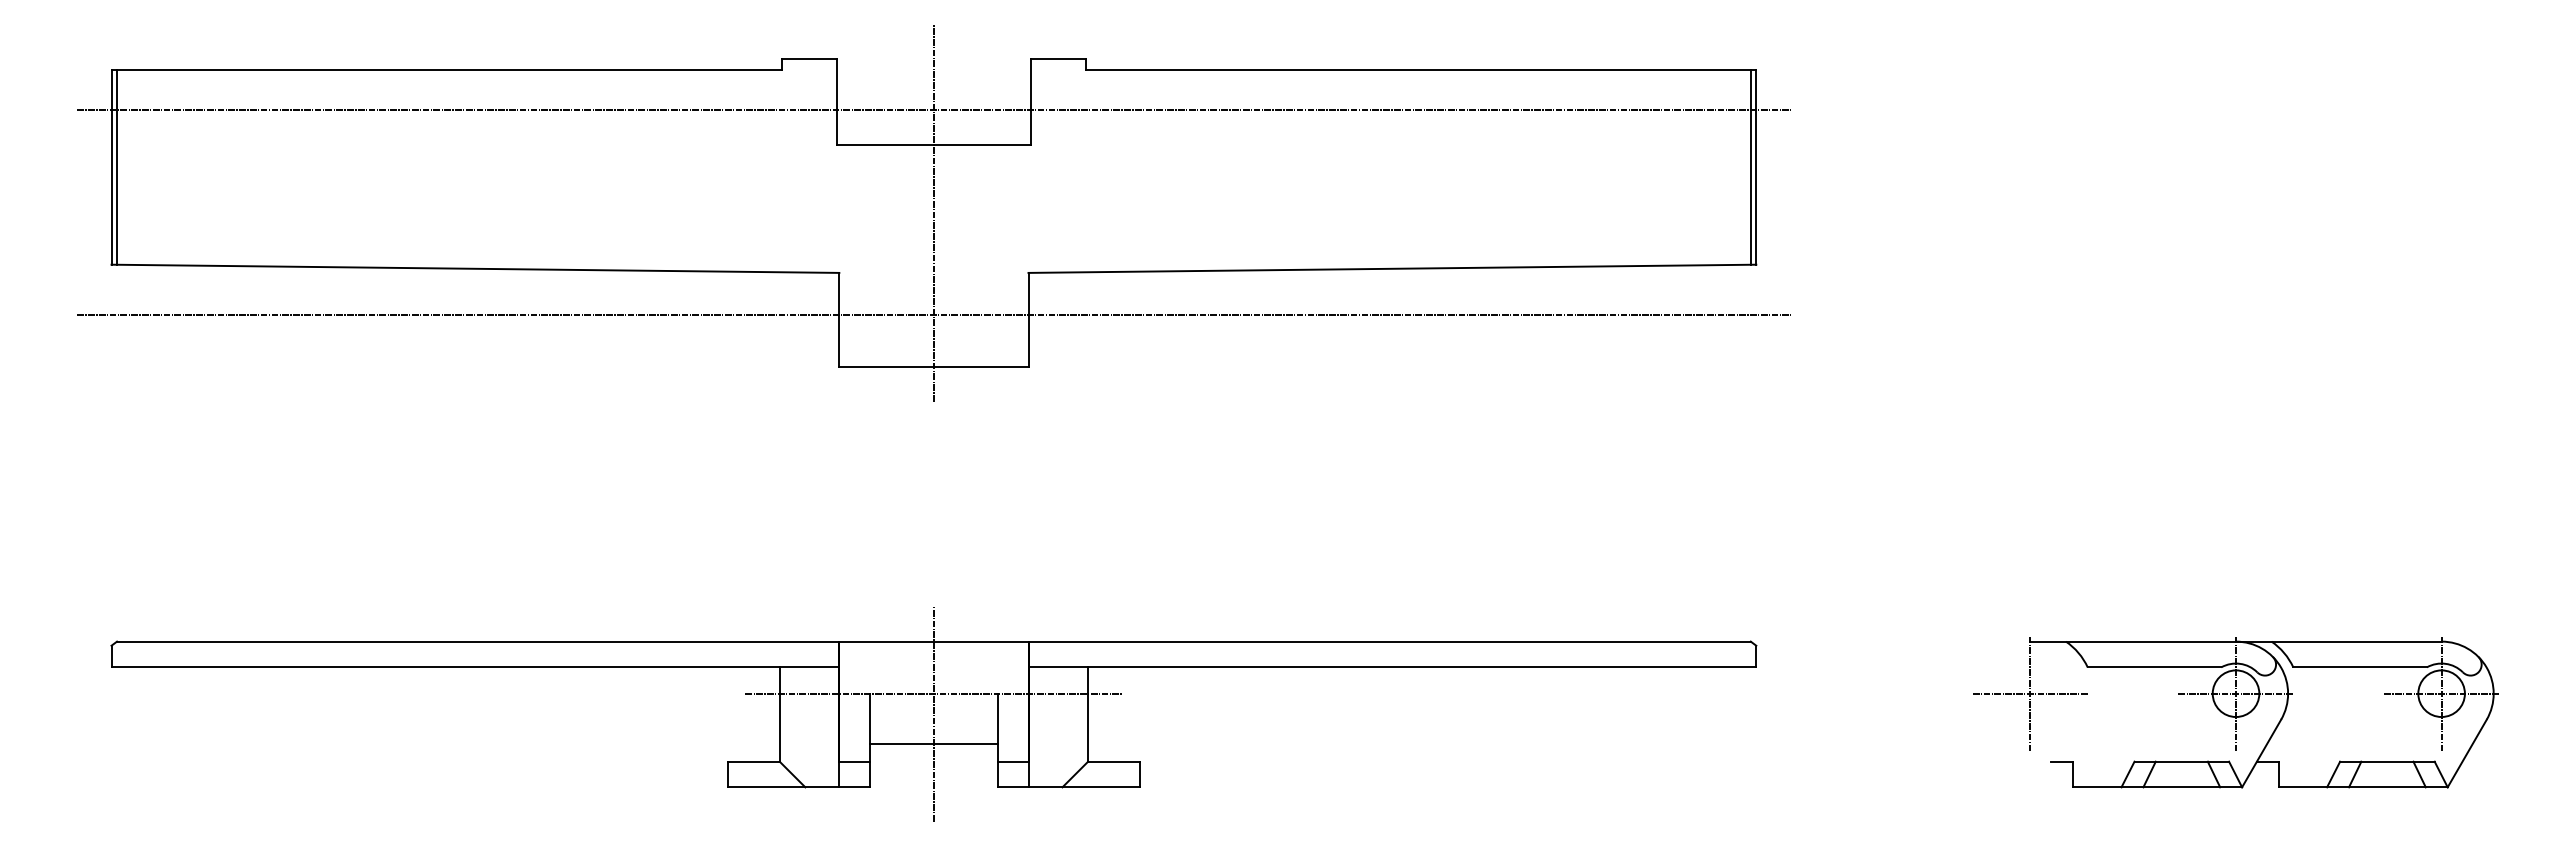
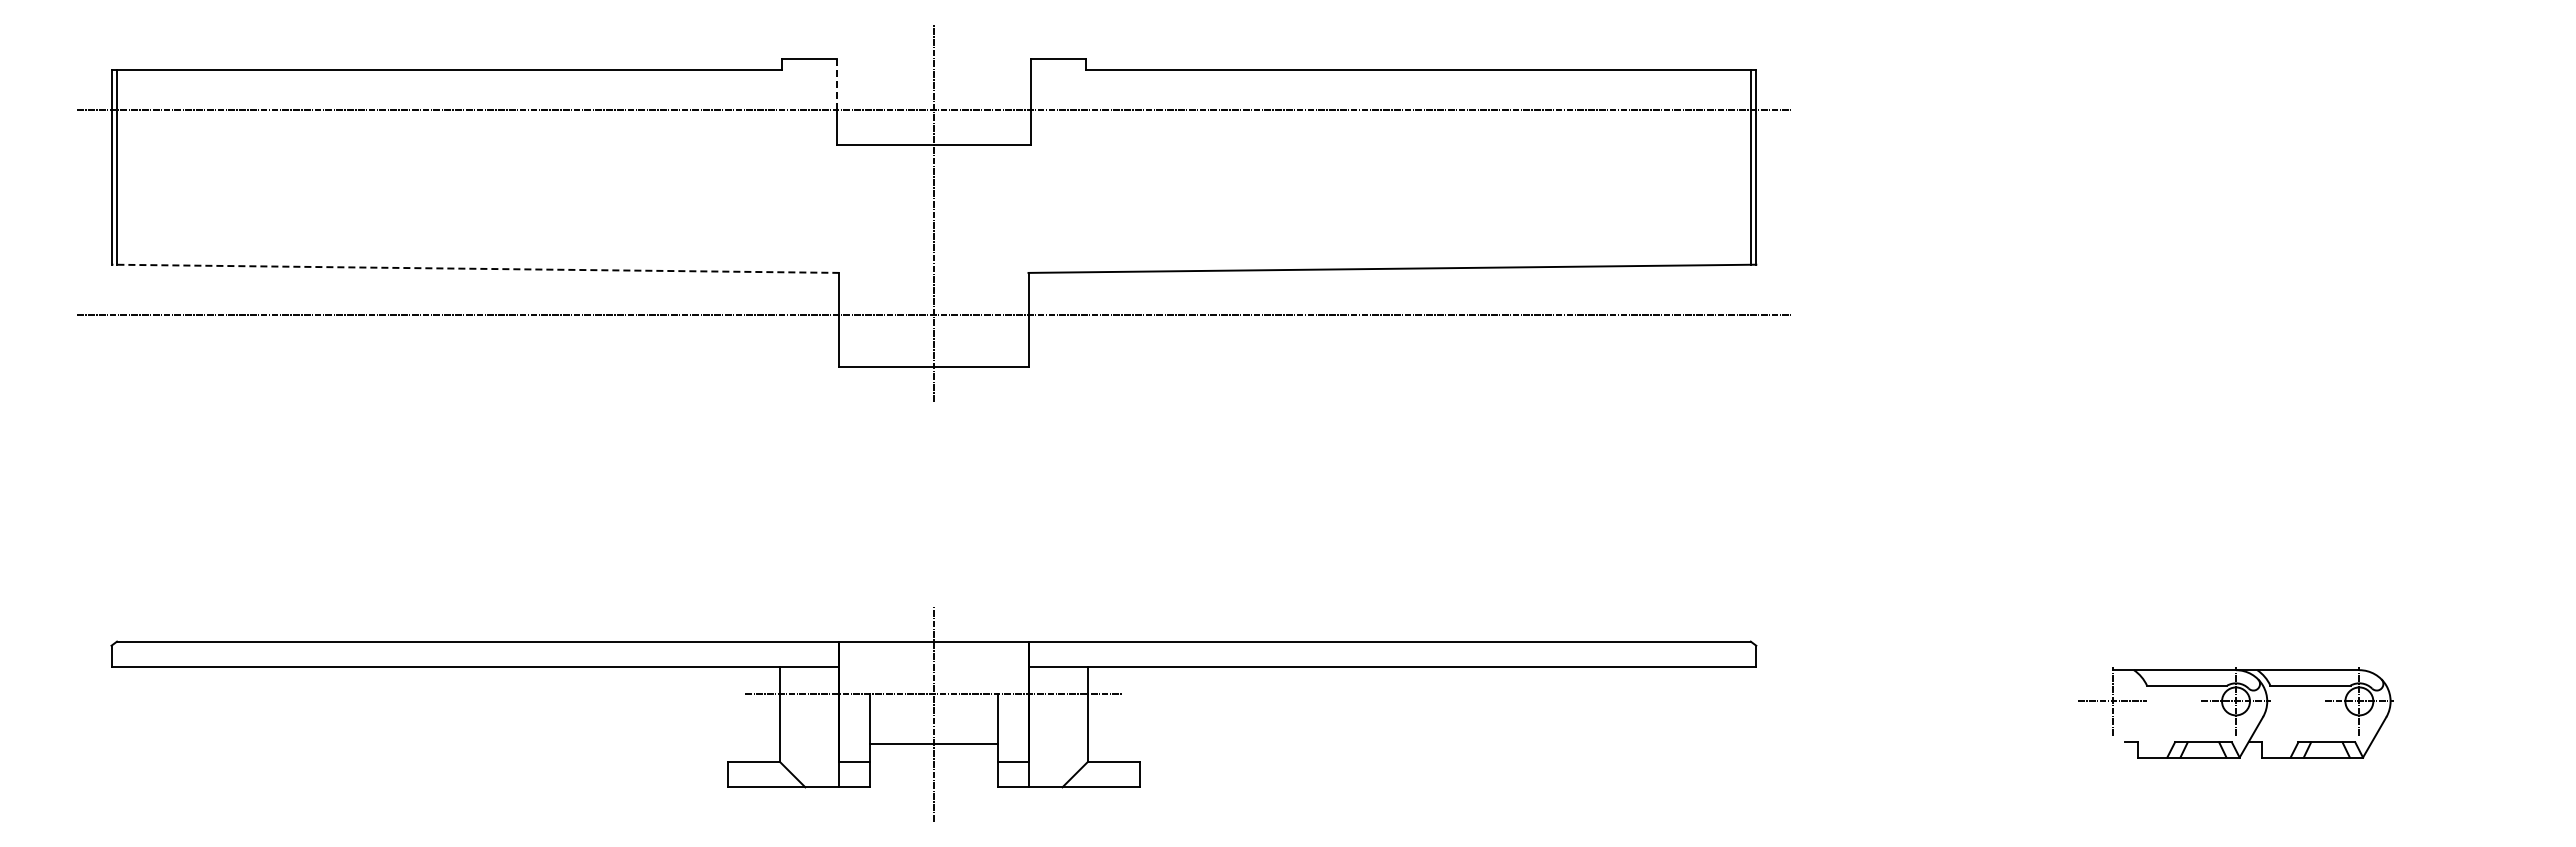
line at (836, 84): solid -> dashed
line at (475, 268): solid -> dashed
part at (2235, 712) size: 526x152 px -> 316x92 px
